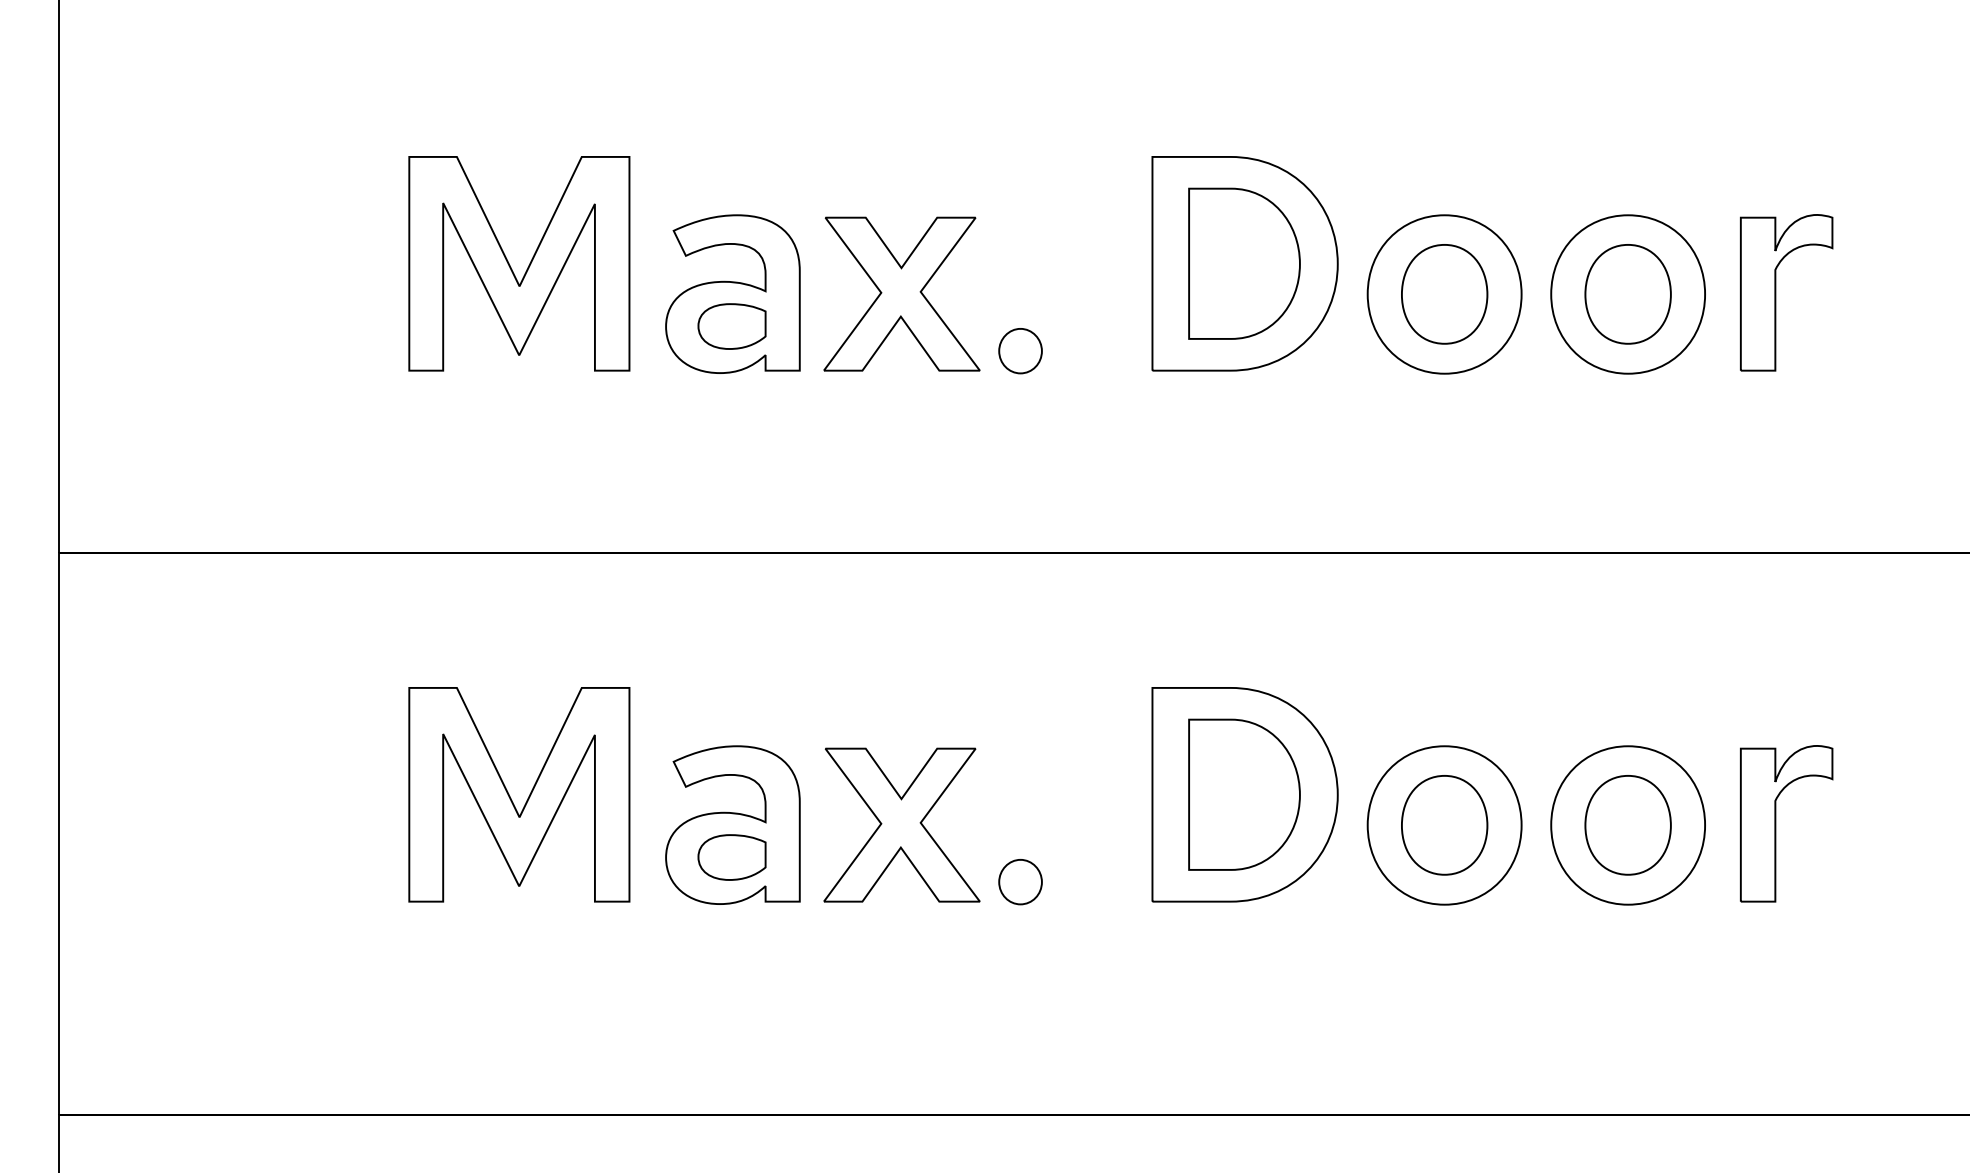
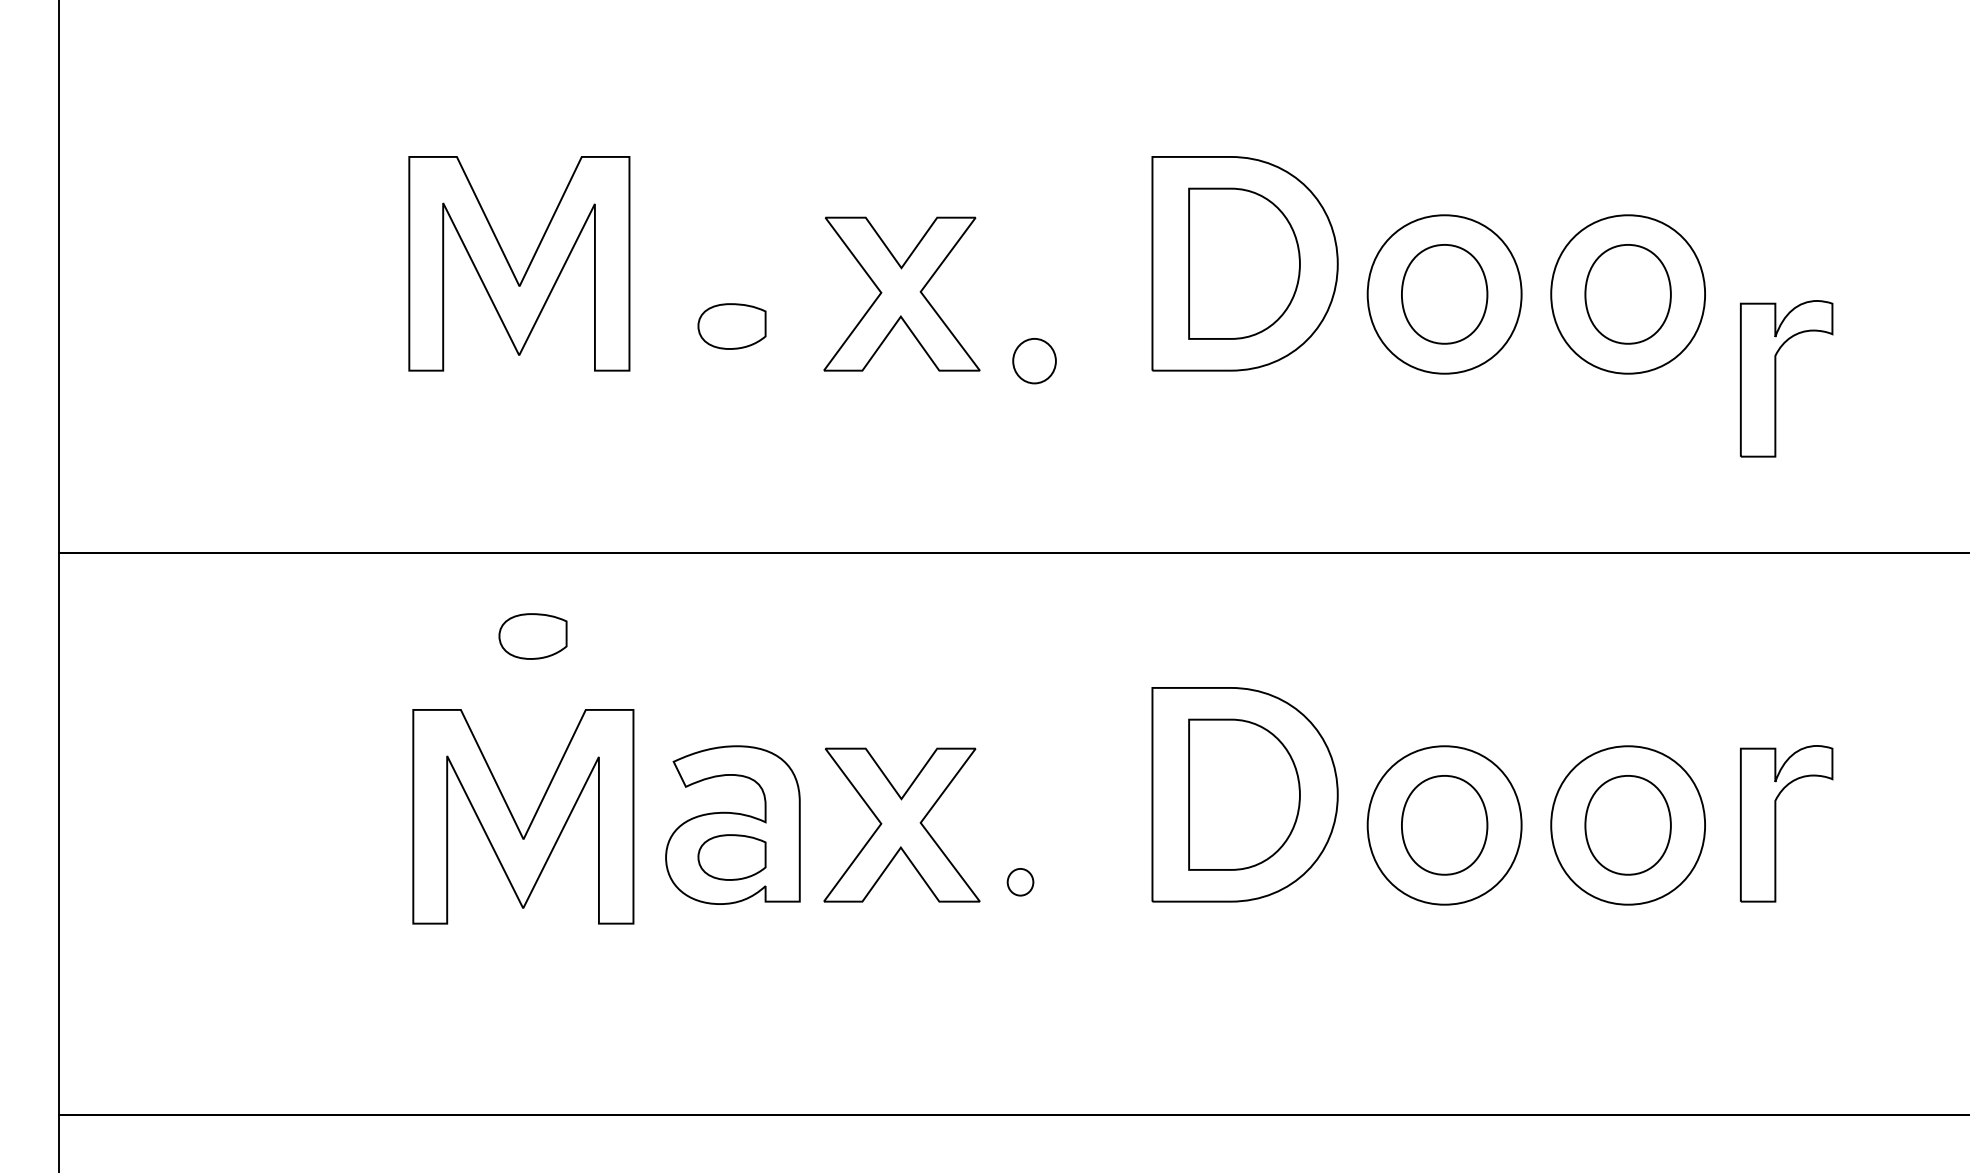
part at (1776, 292) position: (1776, 292) -> (1776, 378)
part at (732, 293): present -> none
part at (1020, 351) position: (1020, 351) -> (1034, 361)
part at (532, 636): none -> present
part at (511, 798) position: (511, 798) -> (515, 820)
part at (1020, 882) size: 45x47 px -> 29x29 px
